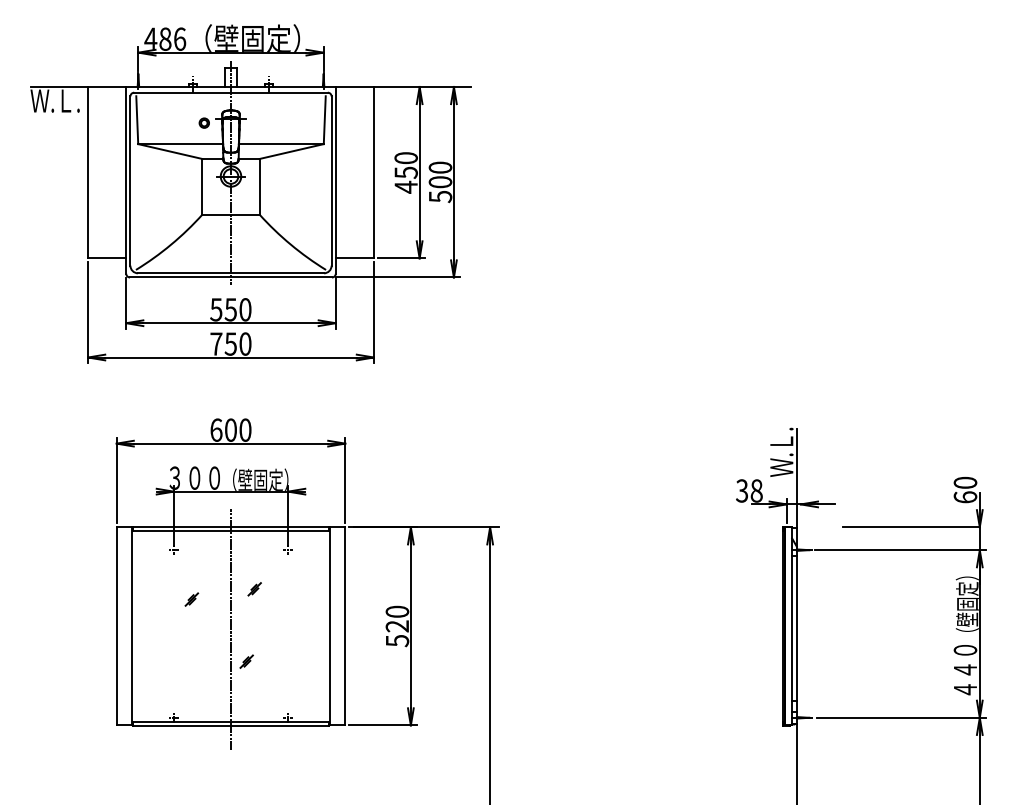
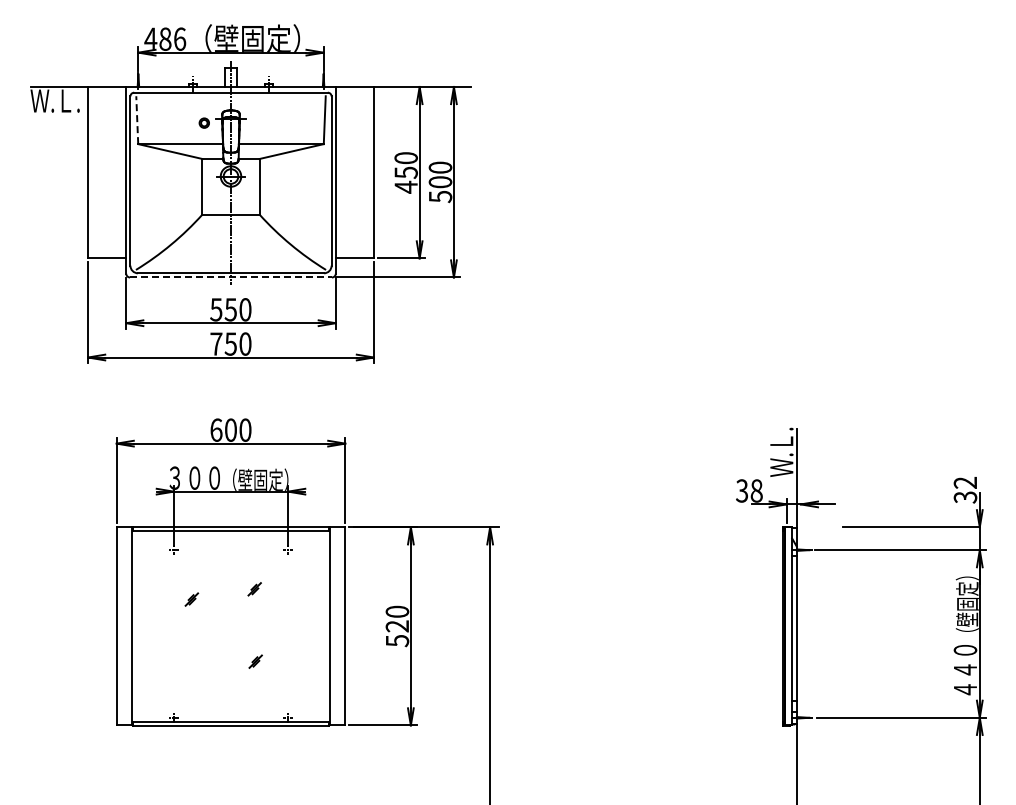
line at (137, 120): solid -> dashed
line at (231, 277): solid -> dashed
text at (965, 489): 60 -> 32
line at (231, 628): present -> none
part at (246, 661) position: (246, 661) -> (255, 661)
